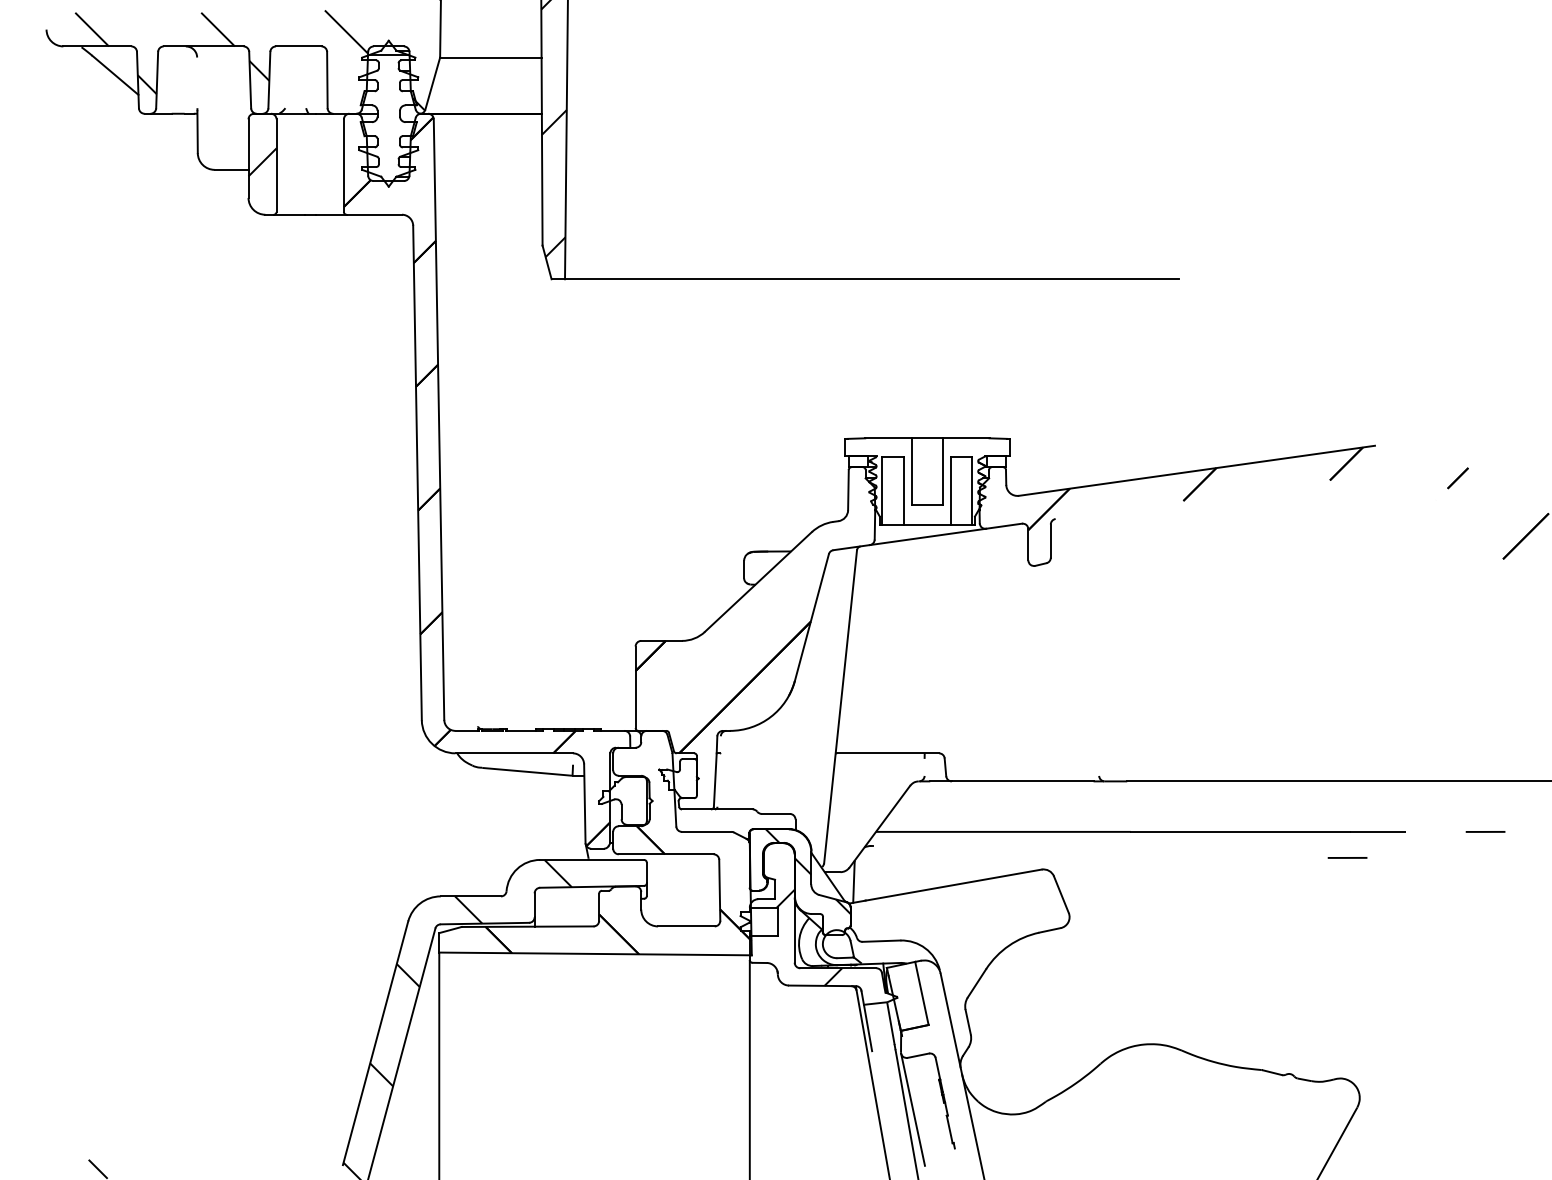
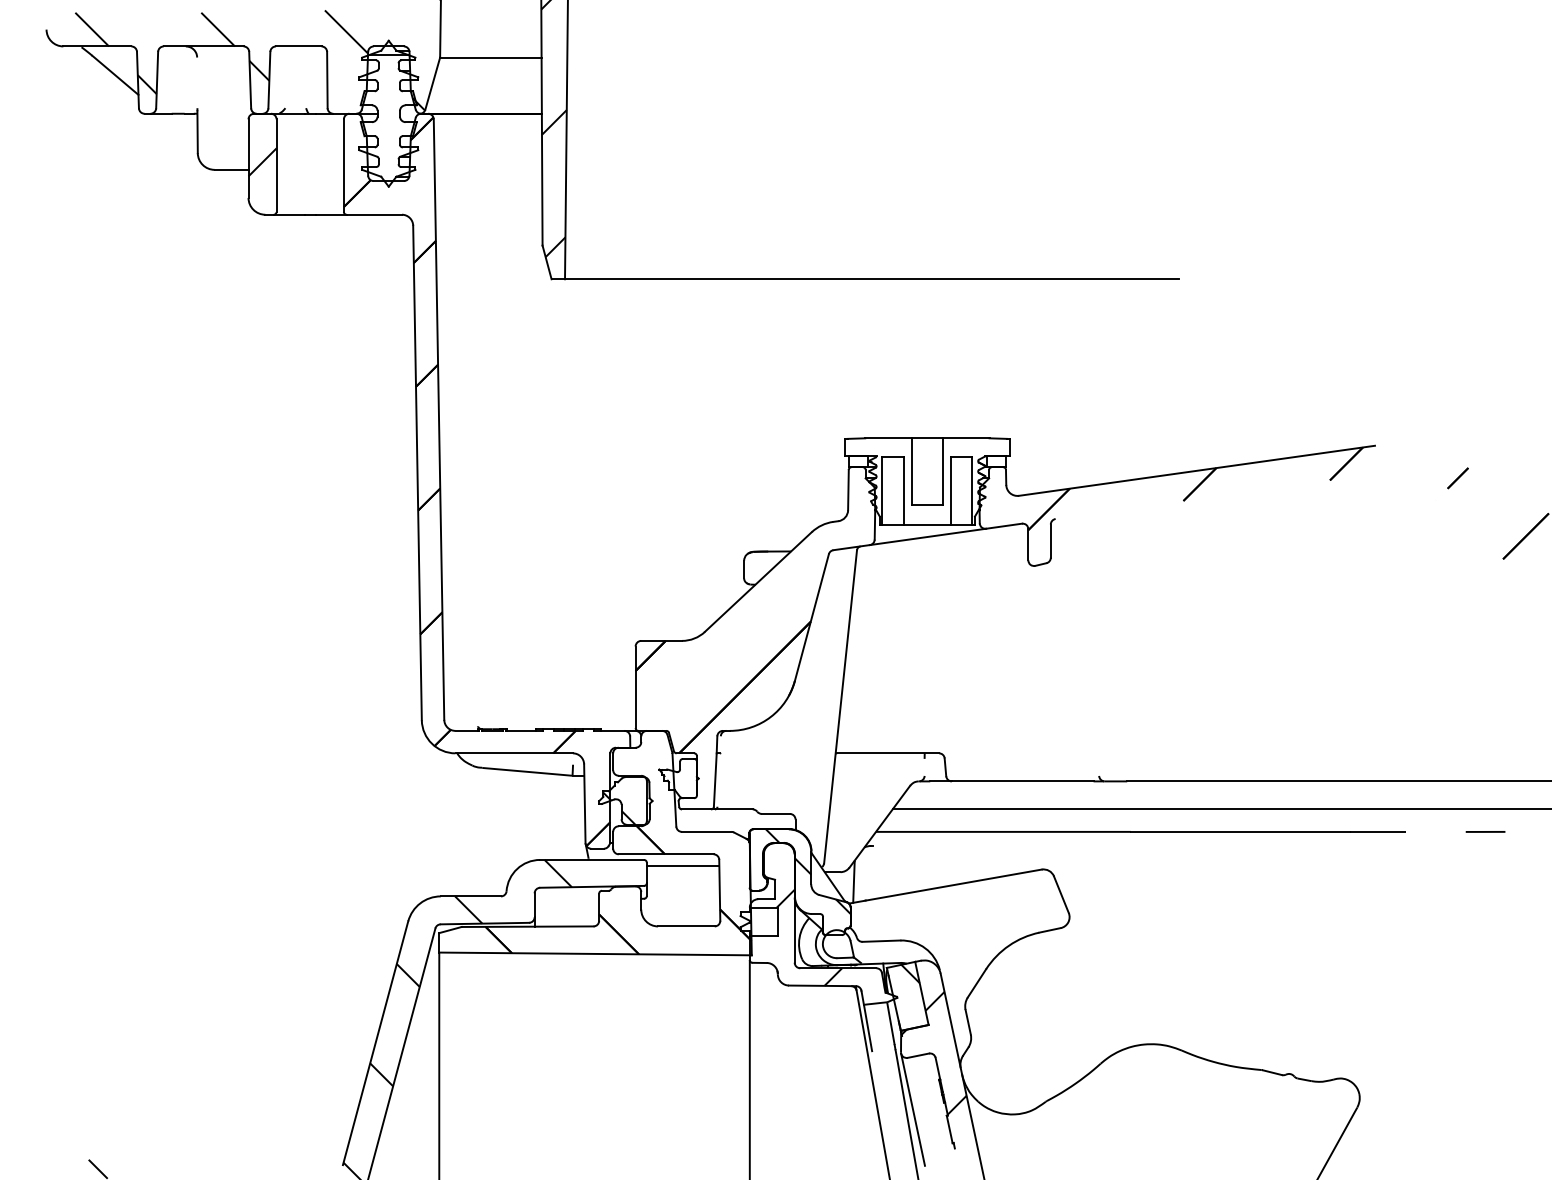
hatch at (619, 808): none -> present
line at (1220, 809): none -> present
line at (1347, 857): present -> none
line at (682, 865): none -> present
hatch at (910, 973): none -> present
hatch at (933, 1052): none -> present
